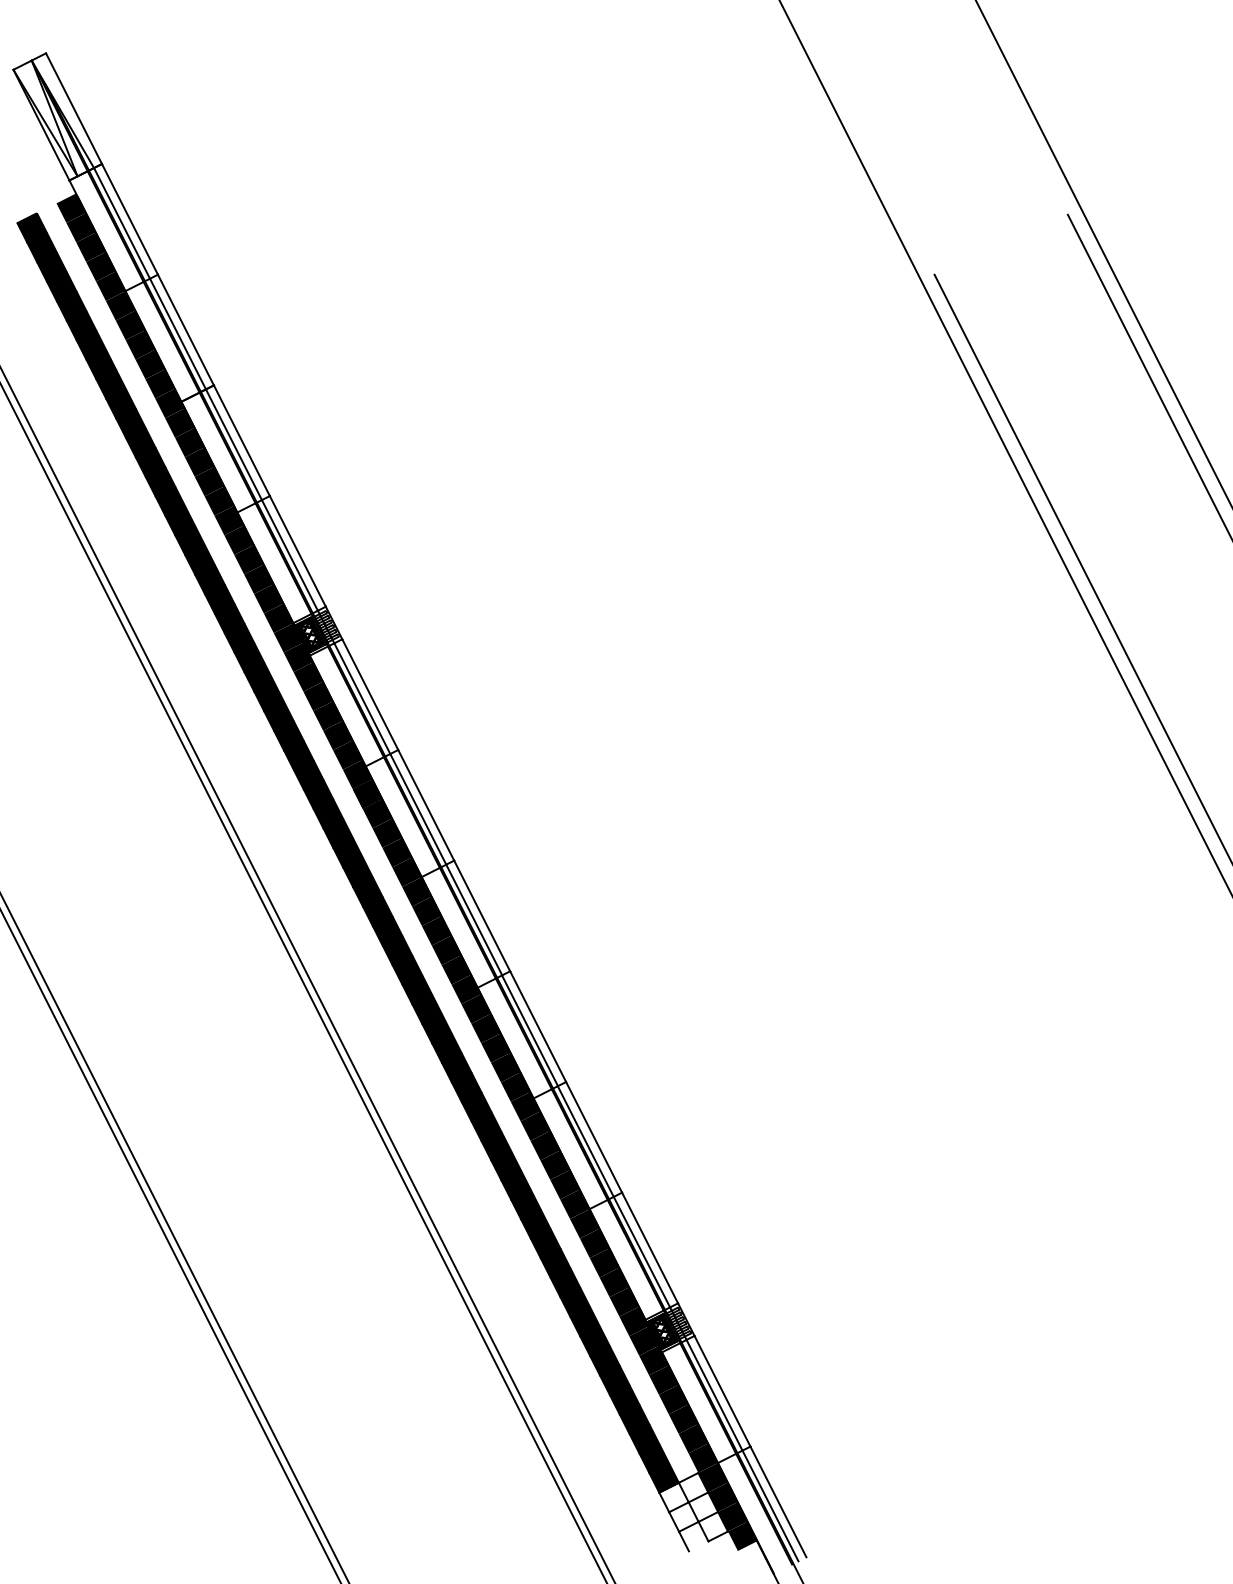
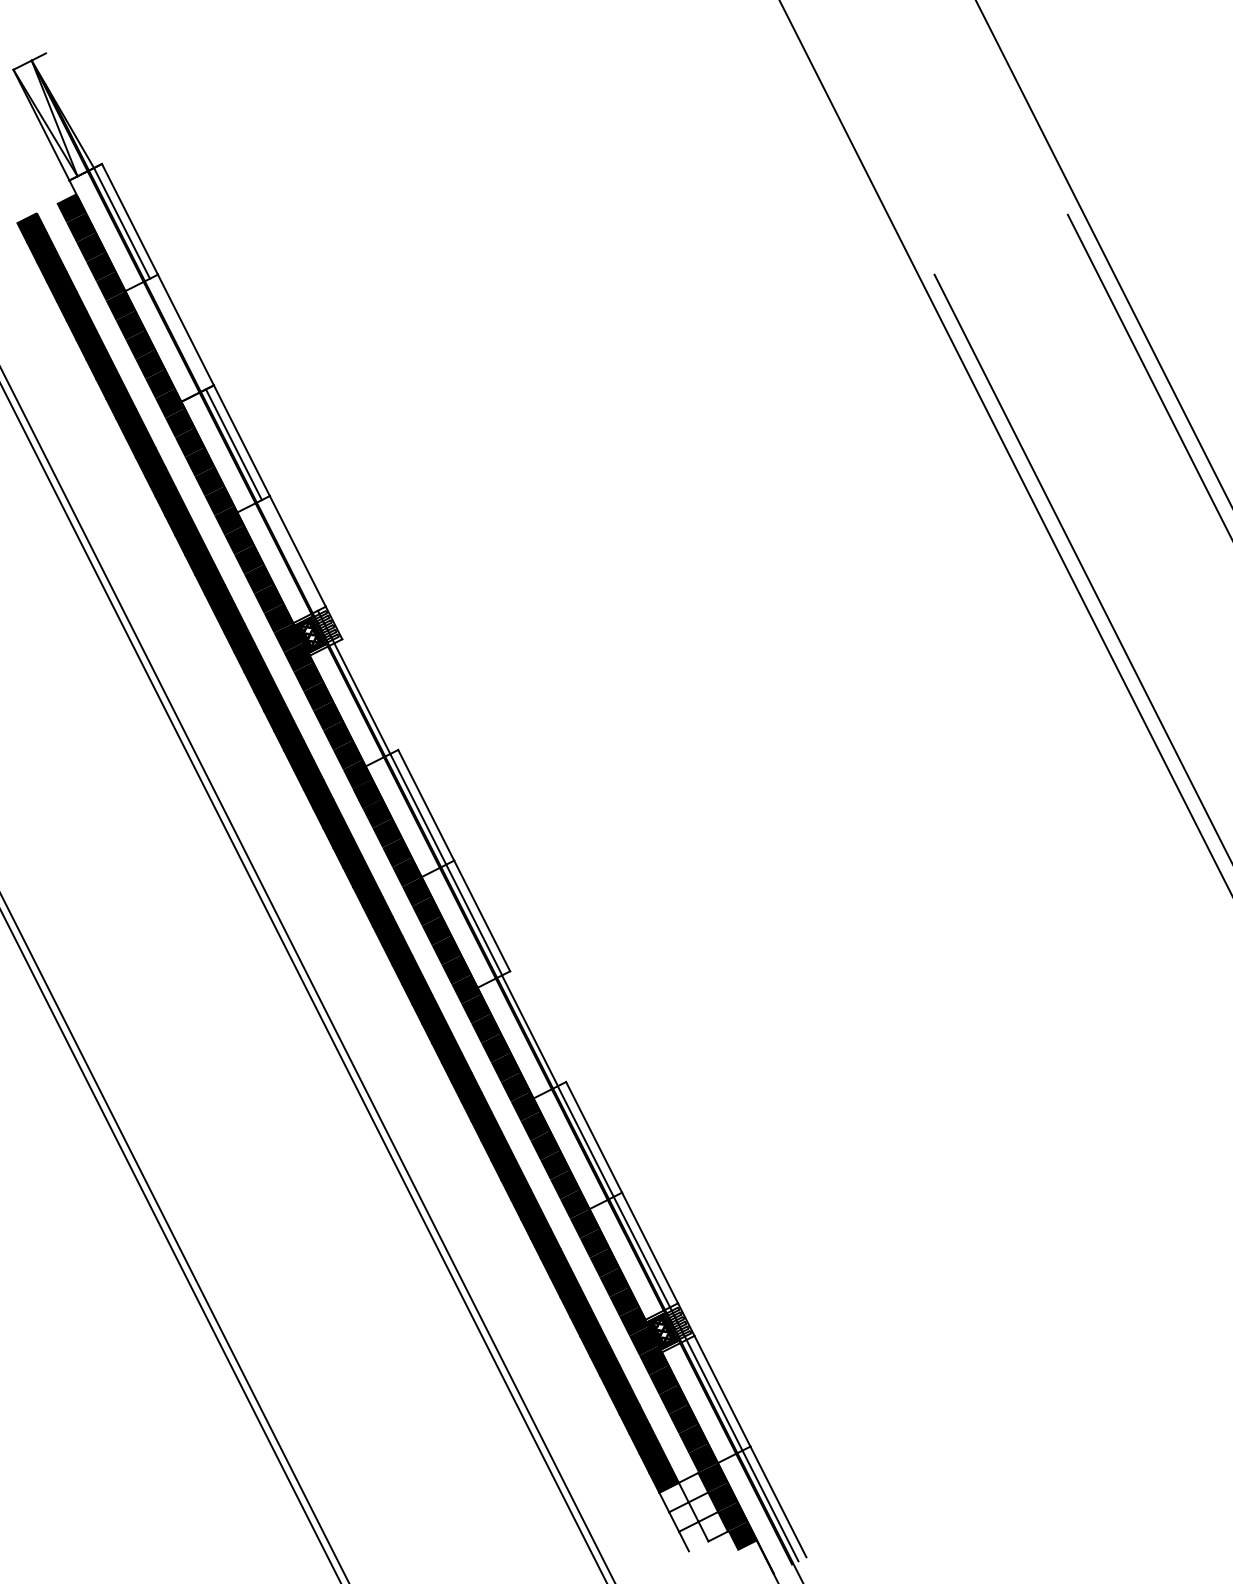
line at (74, 108): present -> none
line at (177, 333): present -> none
line at (289, 555): present -> none
line at (370, 694): present -> none
line at (538, 1026): present -> none
